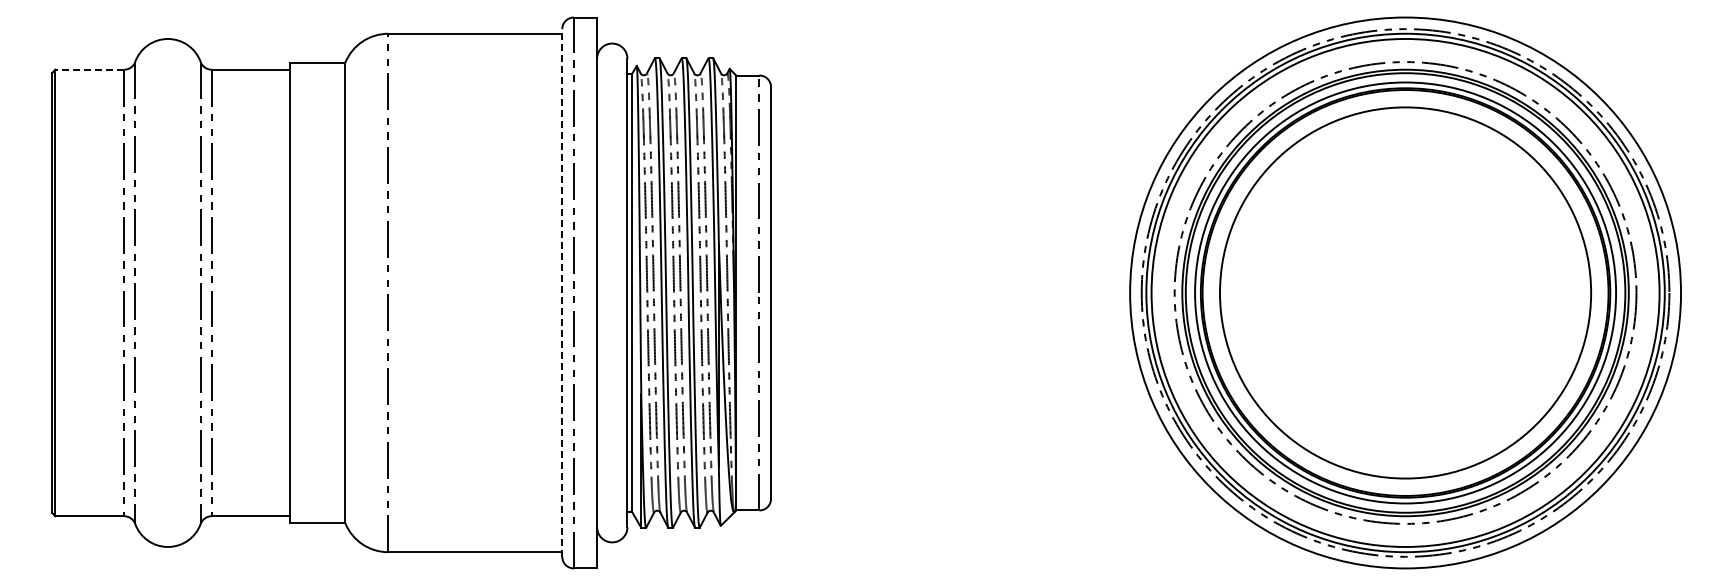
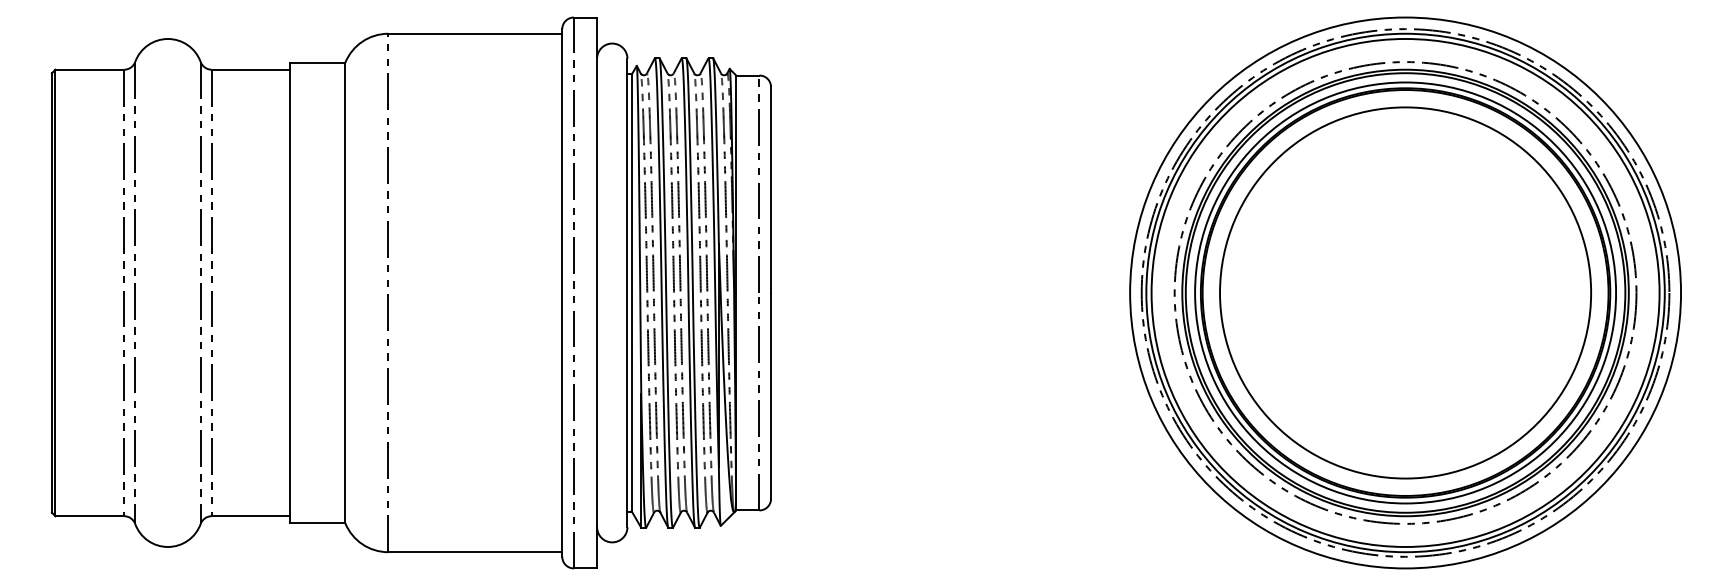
line at (89, 69): dashed -> solid
line at (562, 292): dashed -> solid
